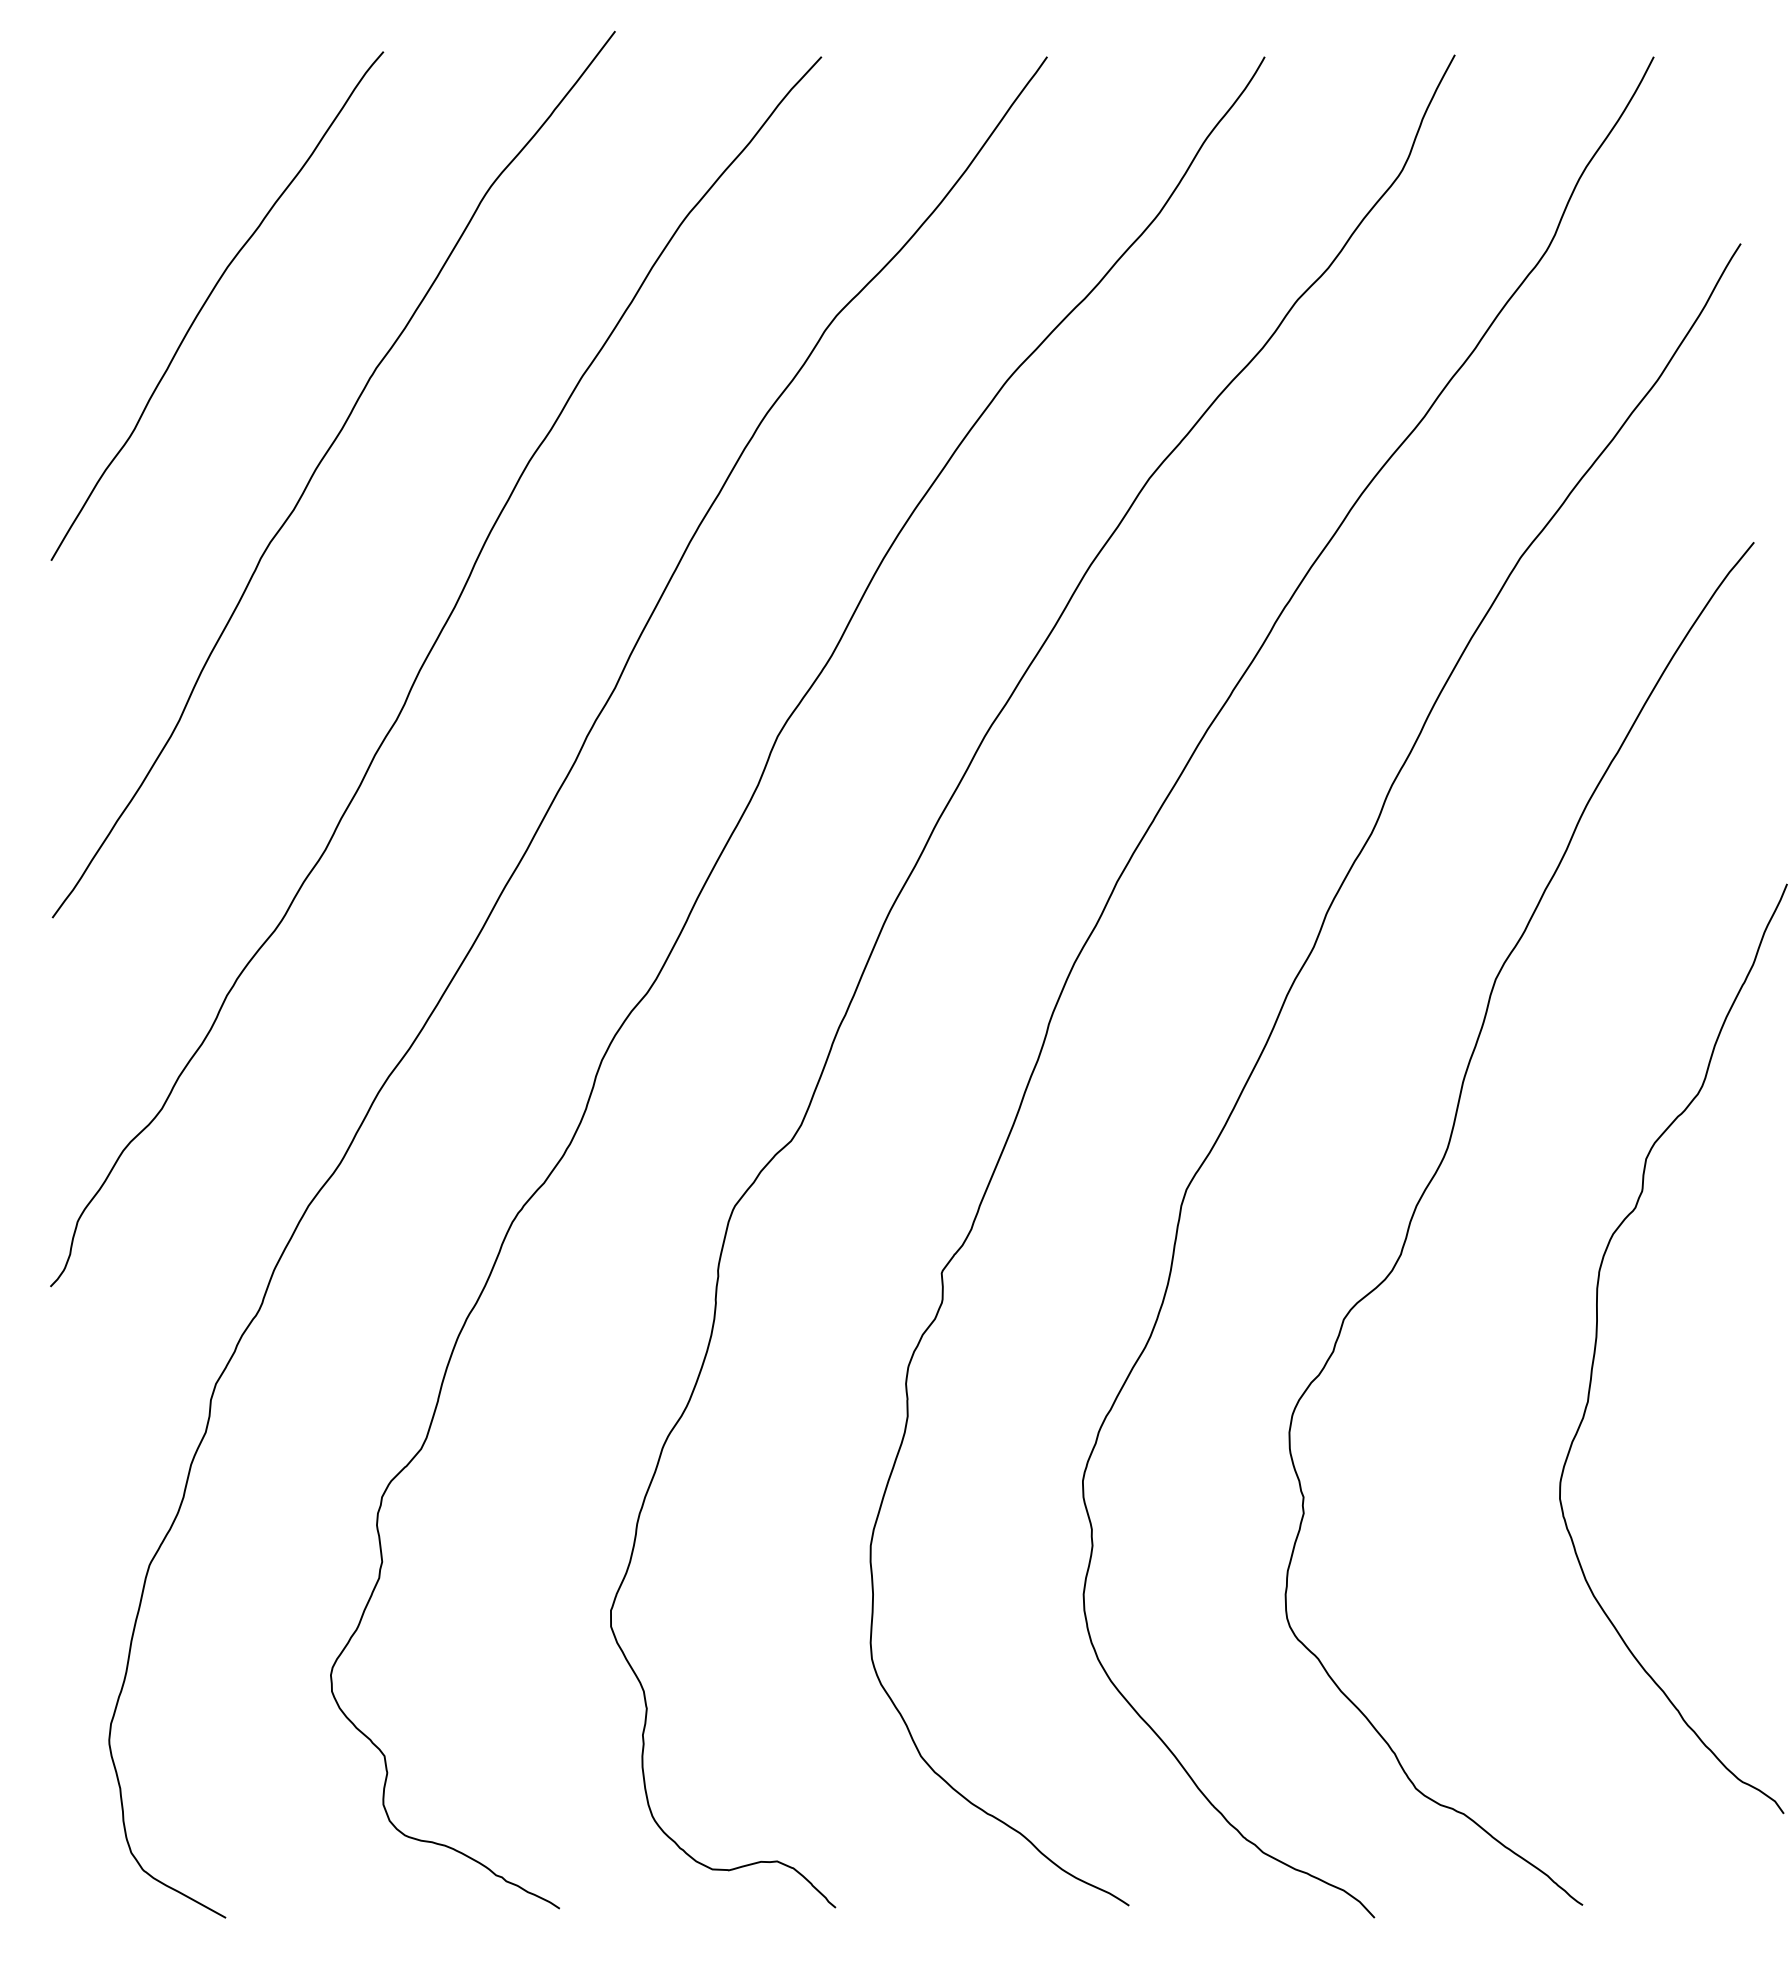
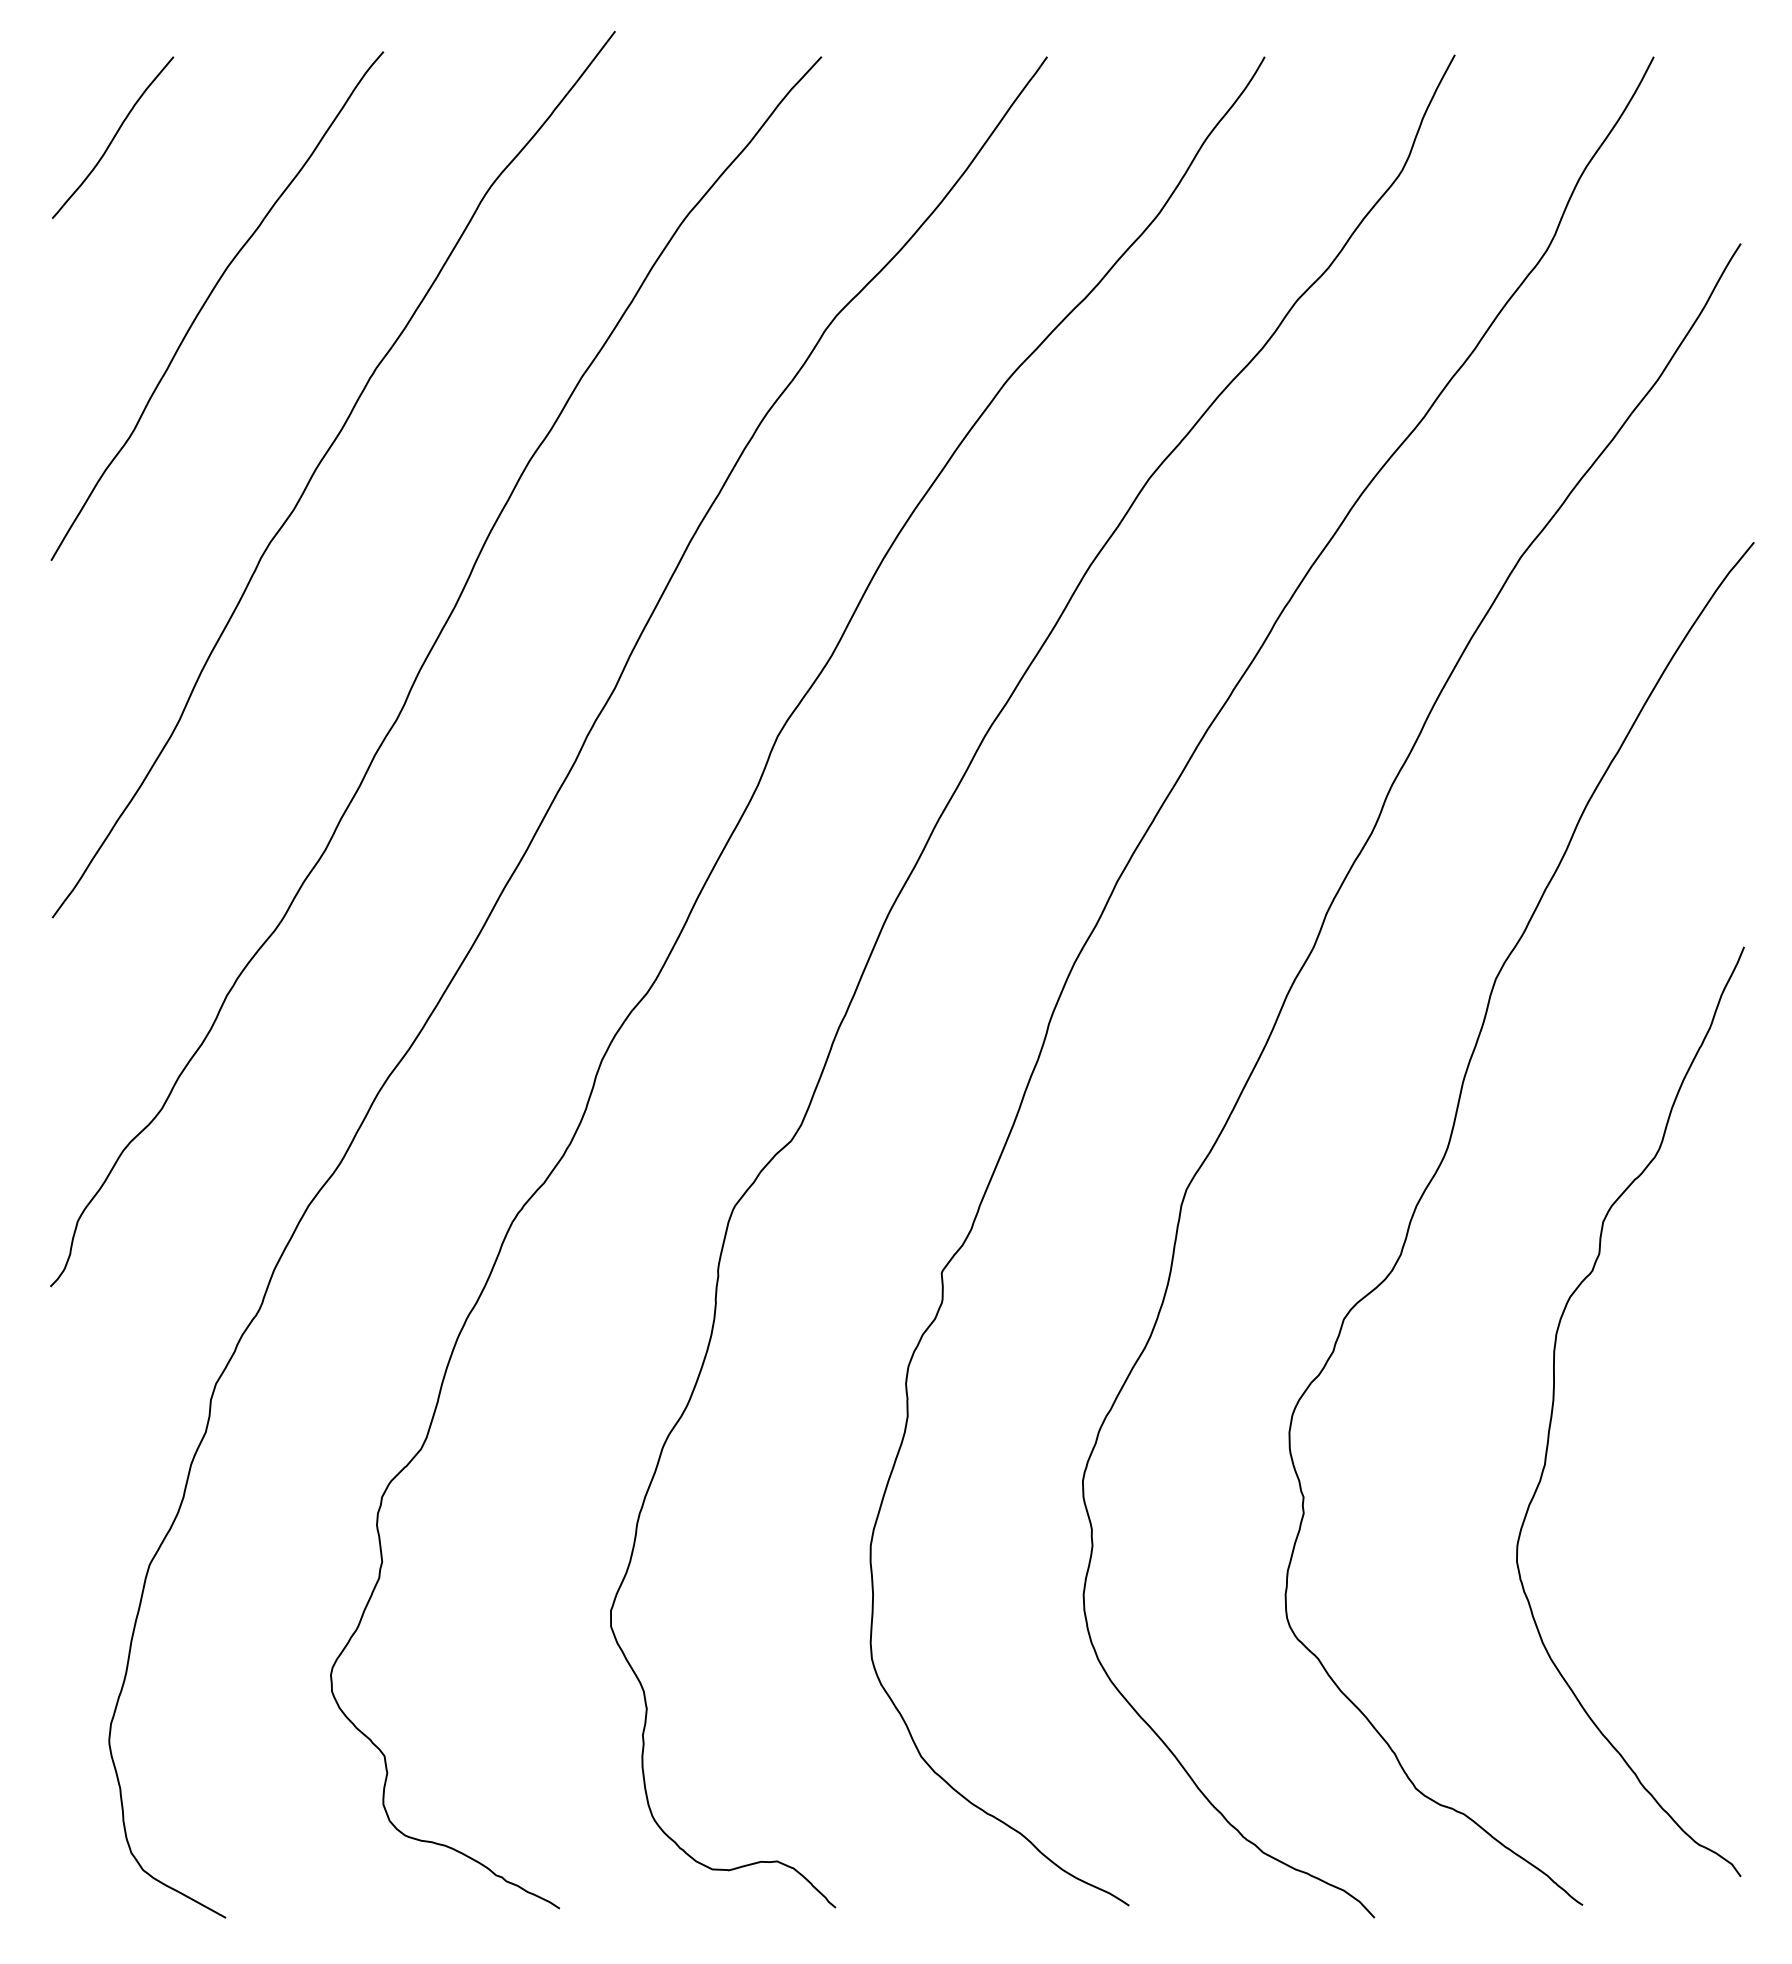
curve at (113, 137): none -> present
curve at (1597, 1338) position: (1597, 1338) -> (1554, 1401)
